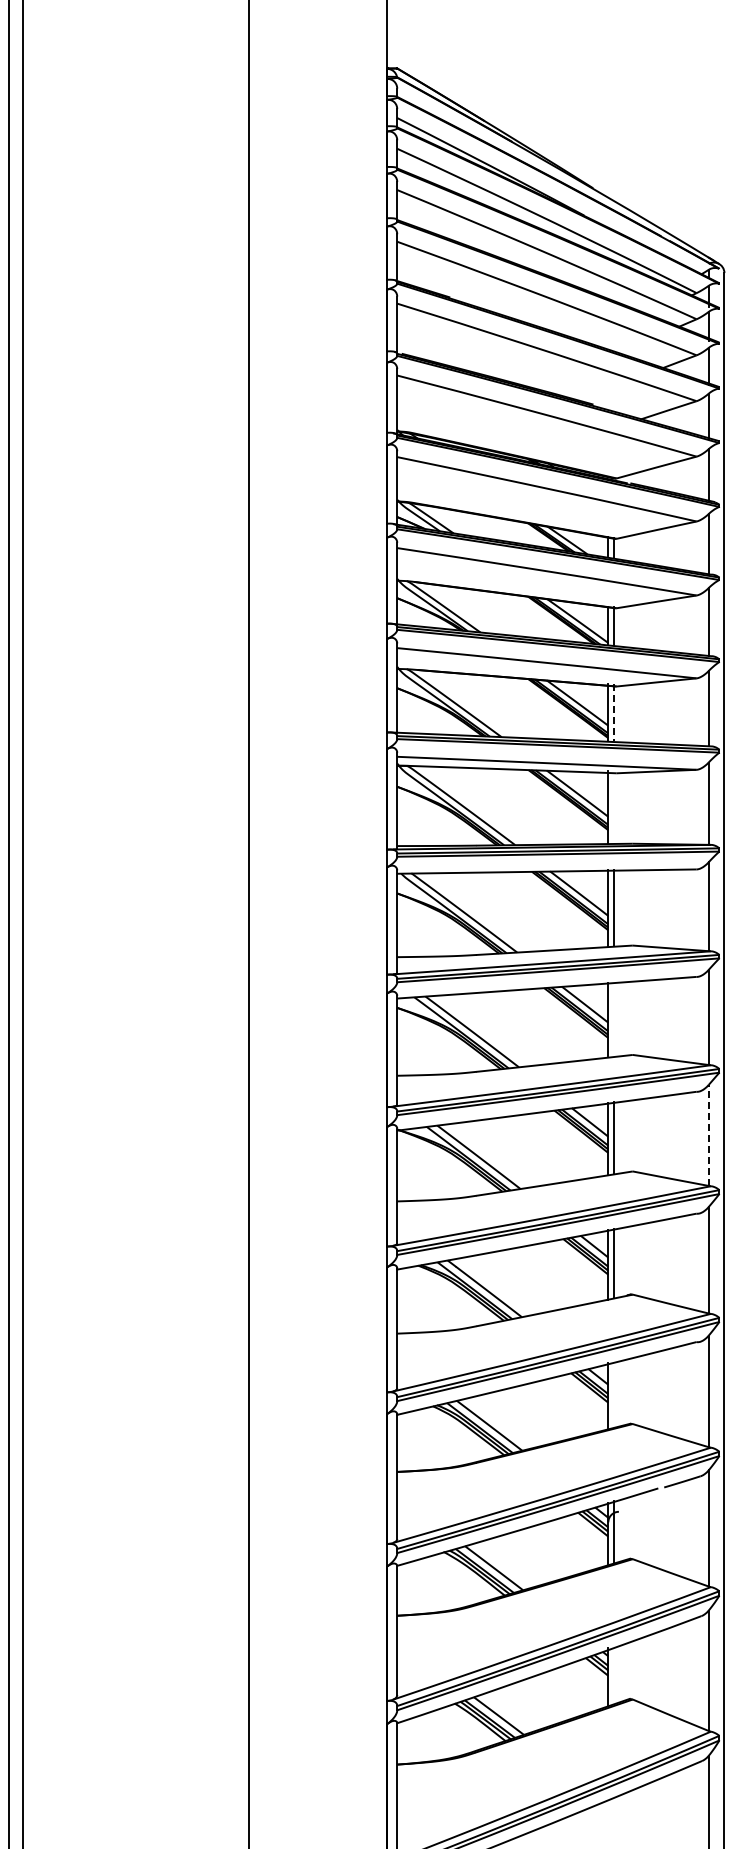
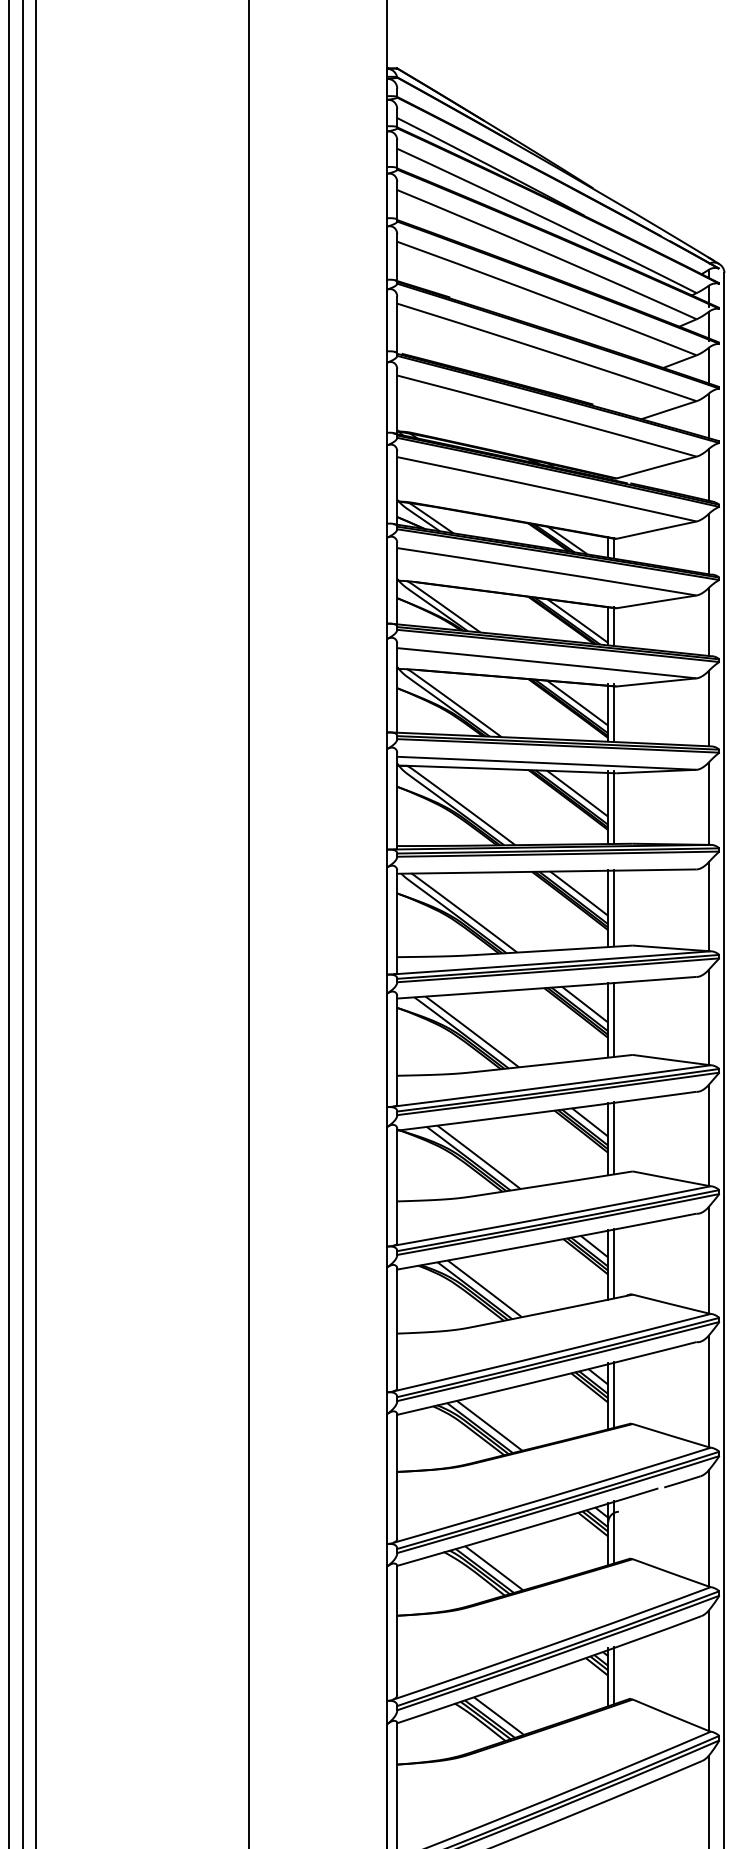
line at (613, 713): dashed -> solid
line at (613, 806): none -> present
line at (36, 923): none -> present
line at (613, 1019): none -> present
line at (708, 1134): dashed -> solid
line at (613, 1394): none -> present
line at (613, 1675): none -> present
